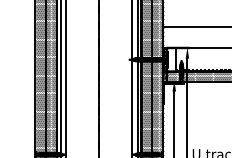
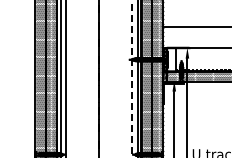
line at (132, 78): solid -> dashed
